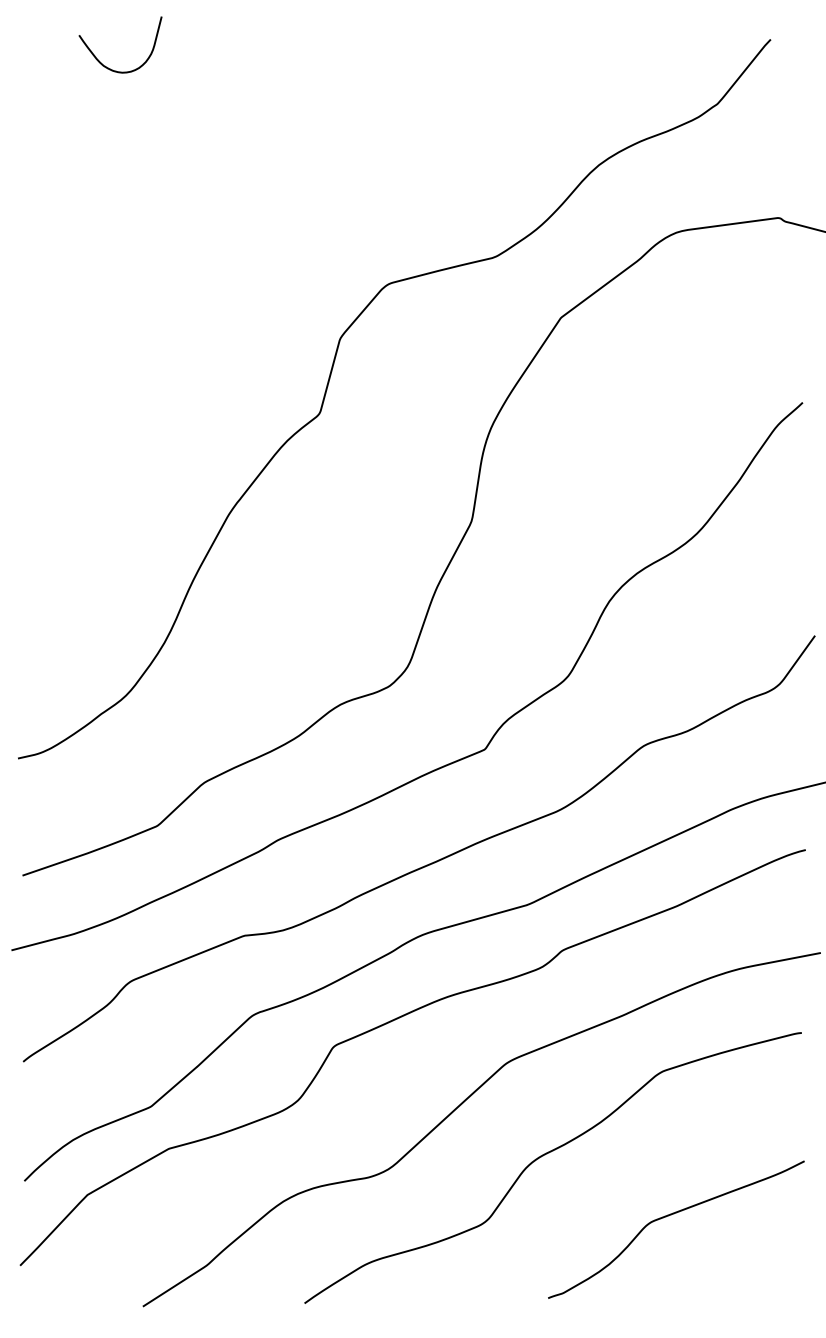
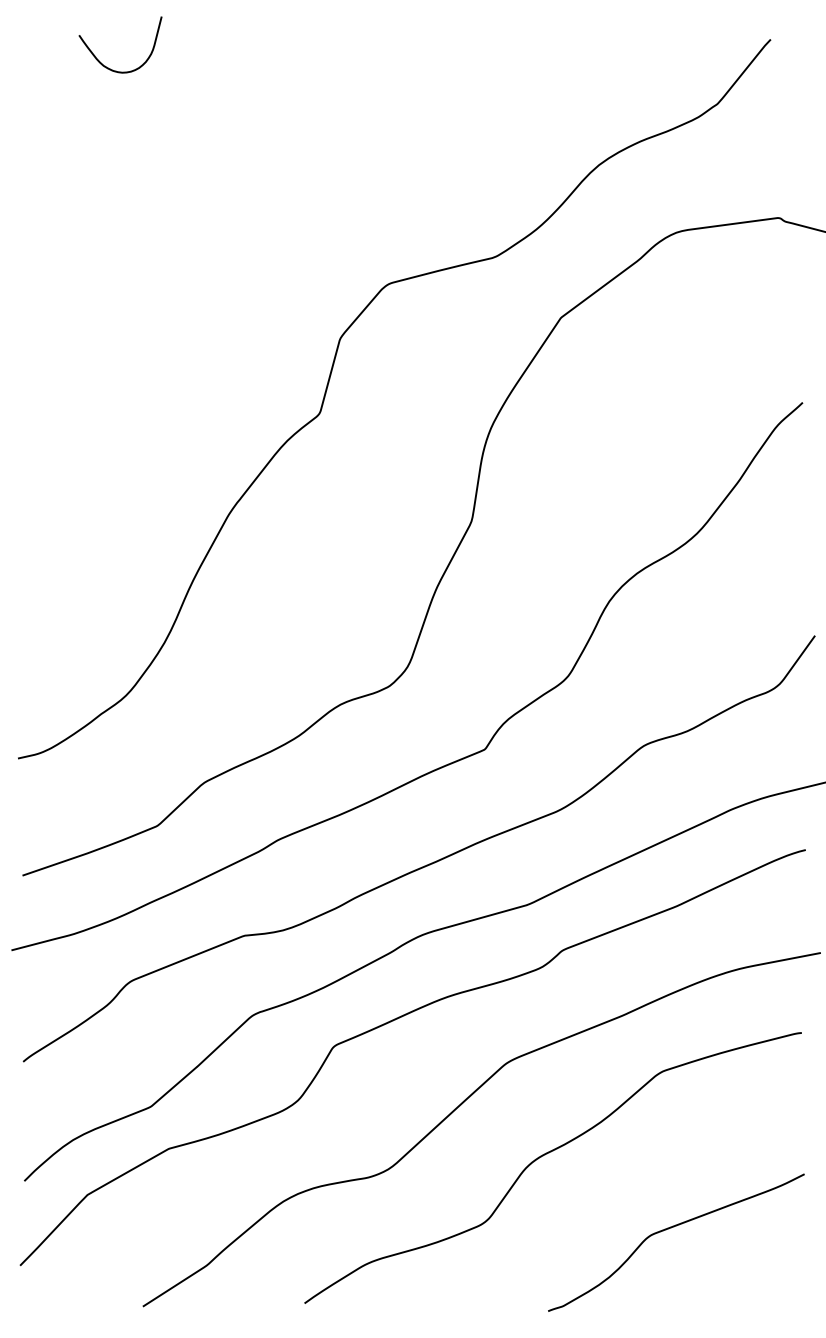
curve at (671, 1215) position: (671, 1215) -> (671, 1228)
